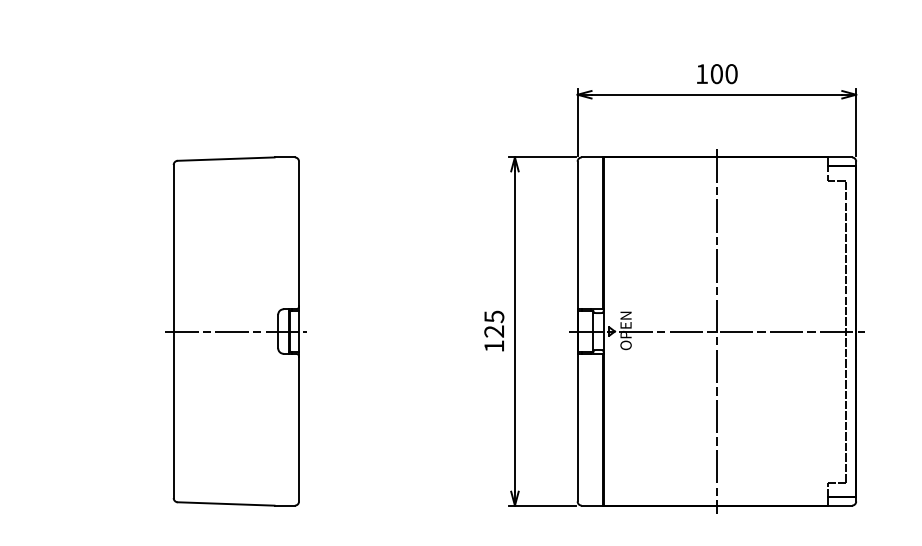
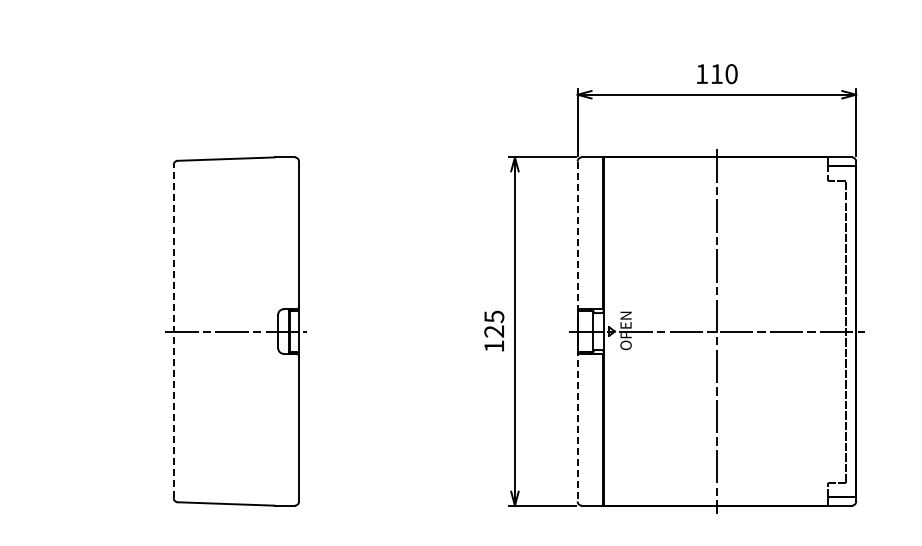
text at (716, 74): 100 -> 110
line at (173, 331): solid -> dashed
line at (577, 331): solid -> dashed
